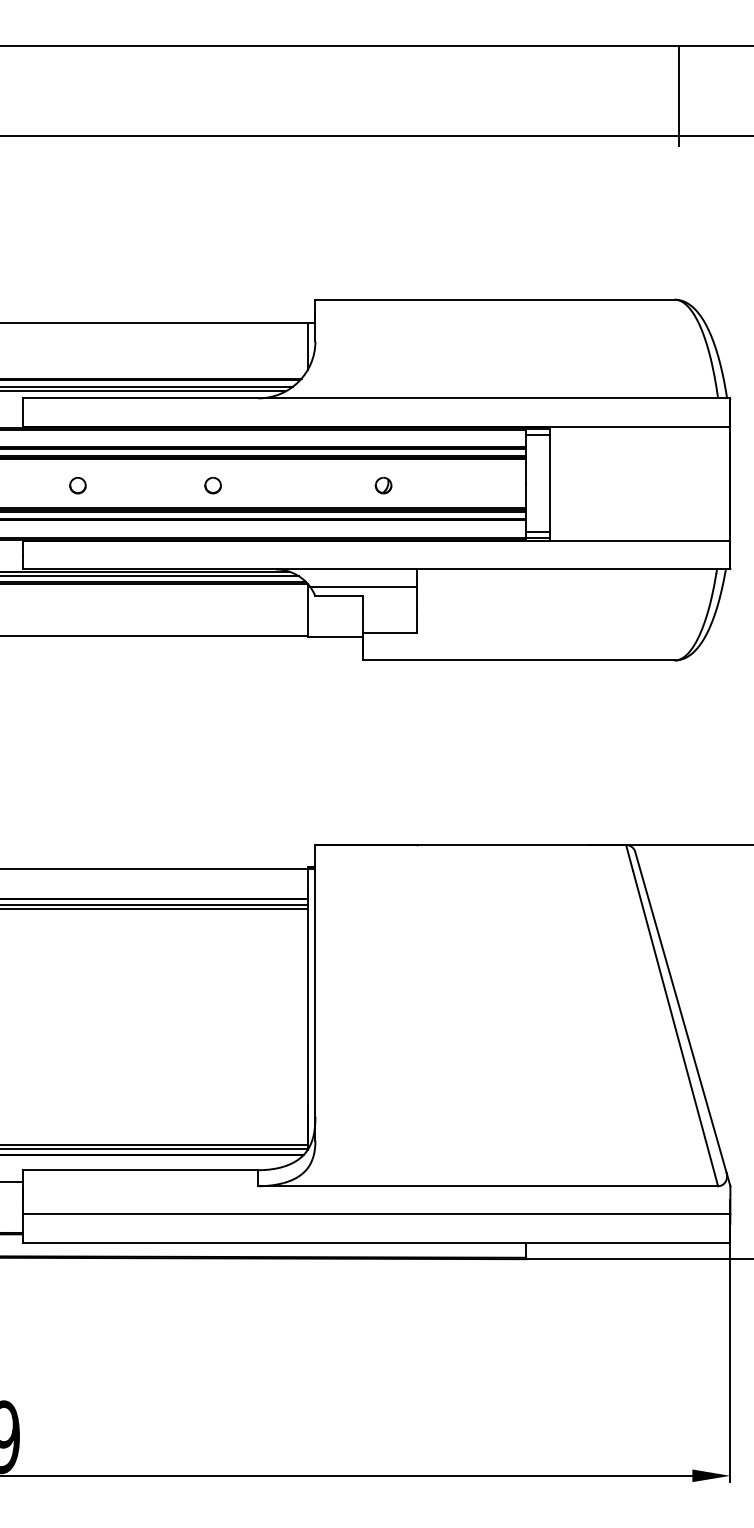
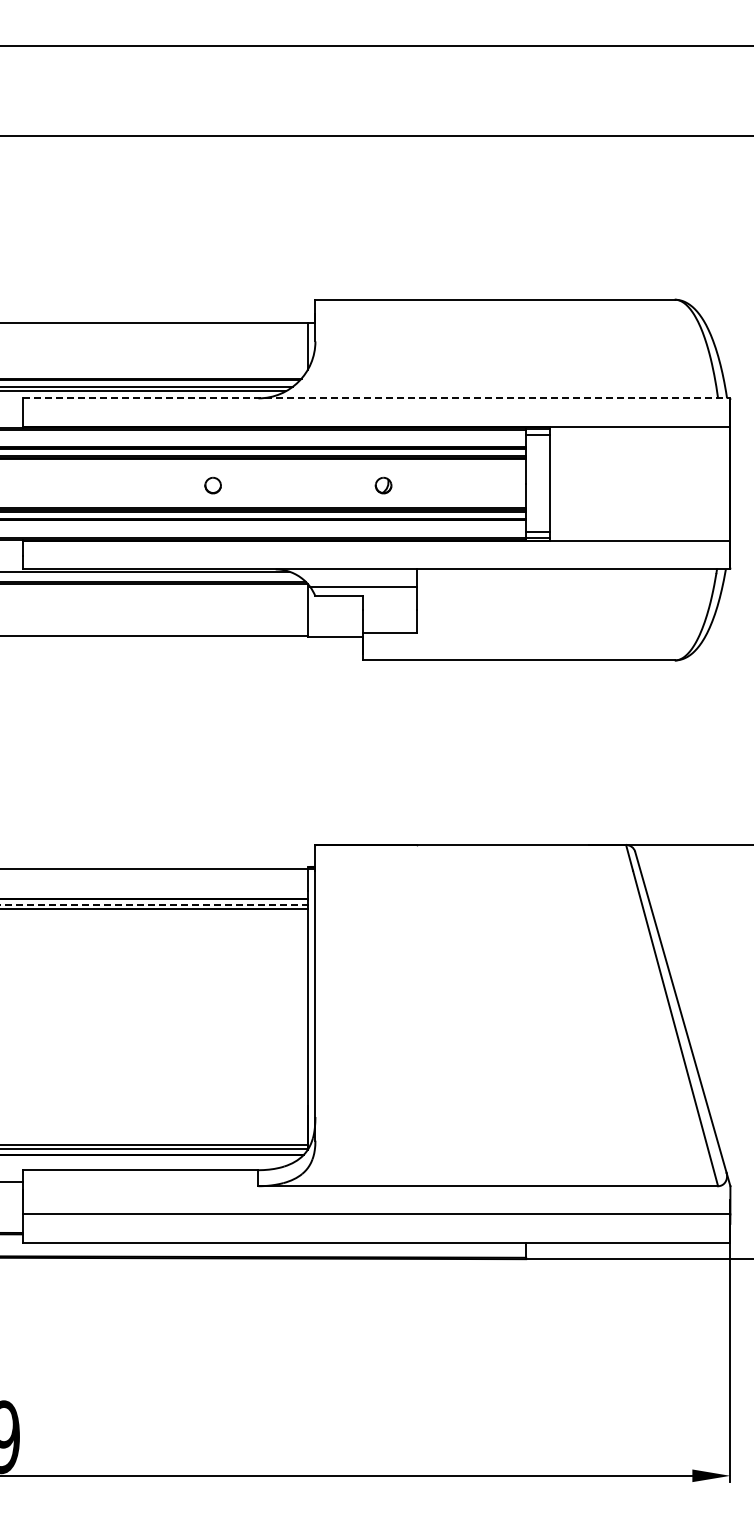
line at (679, 95): present -> none
line at (376, 398): solid -> dashed
part at (77, 485): present -> none
line at (150, 575): present -> none
line at (154, 904): solid -> dashed
